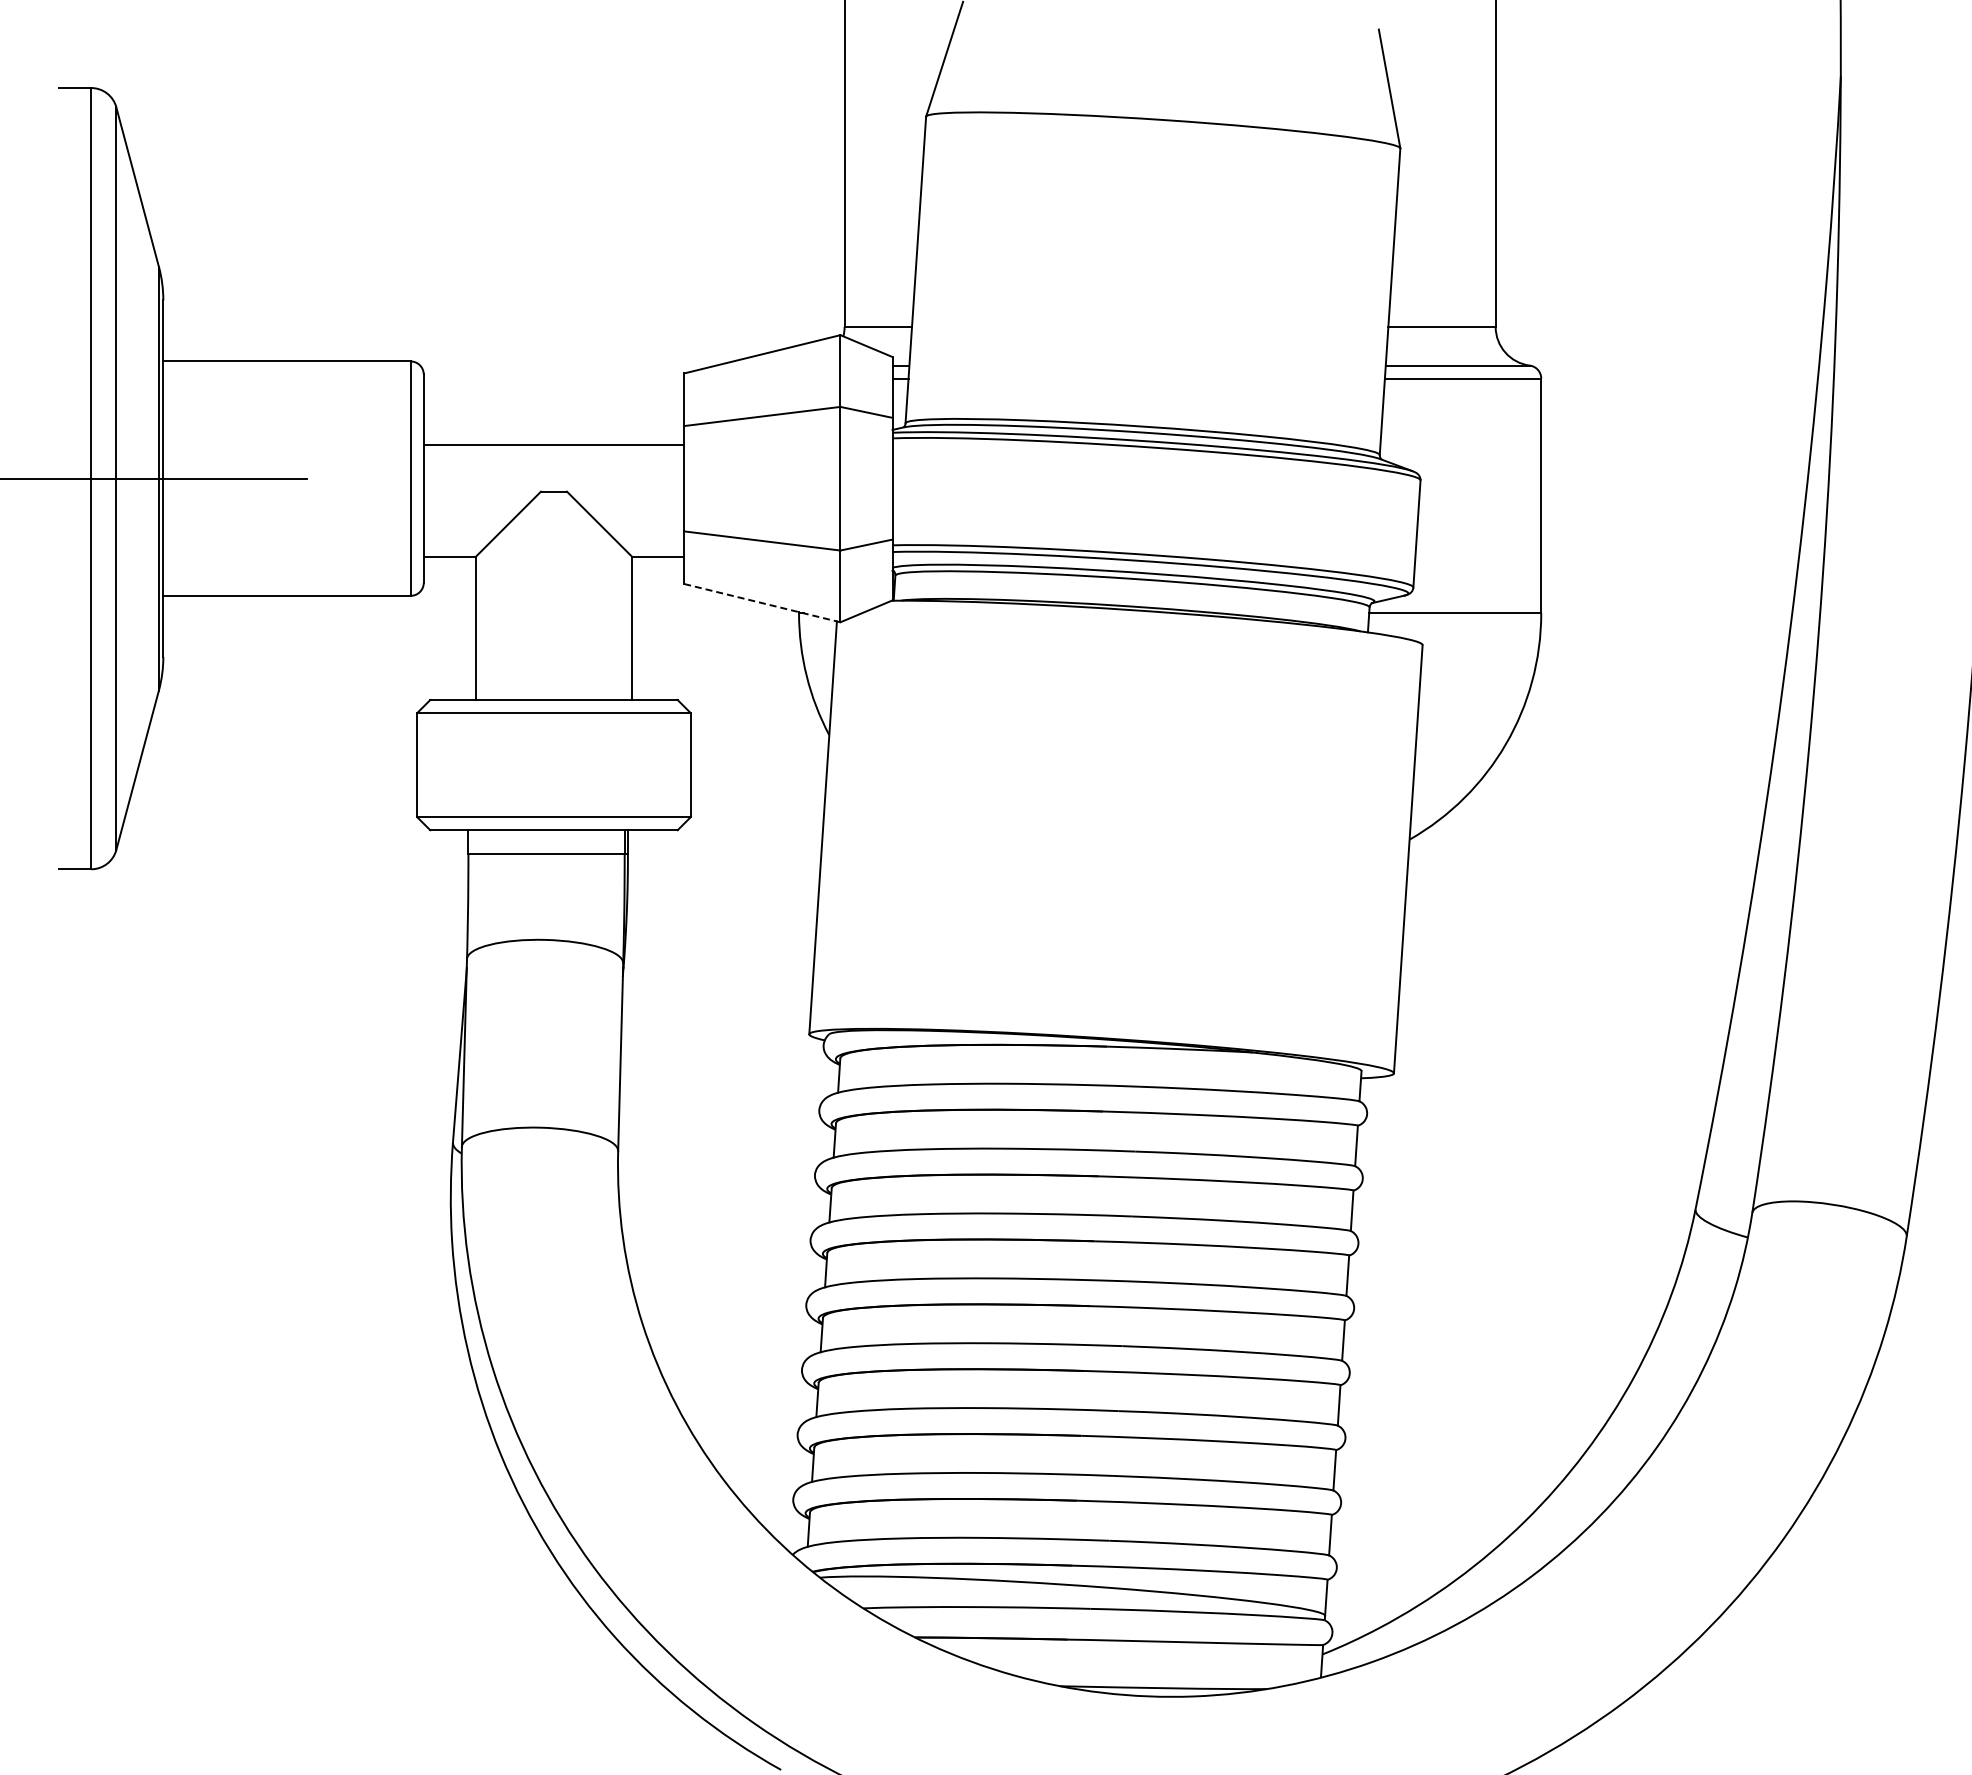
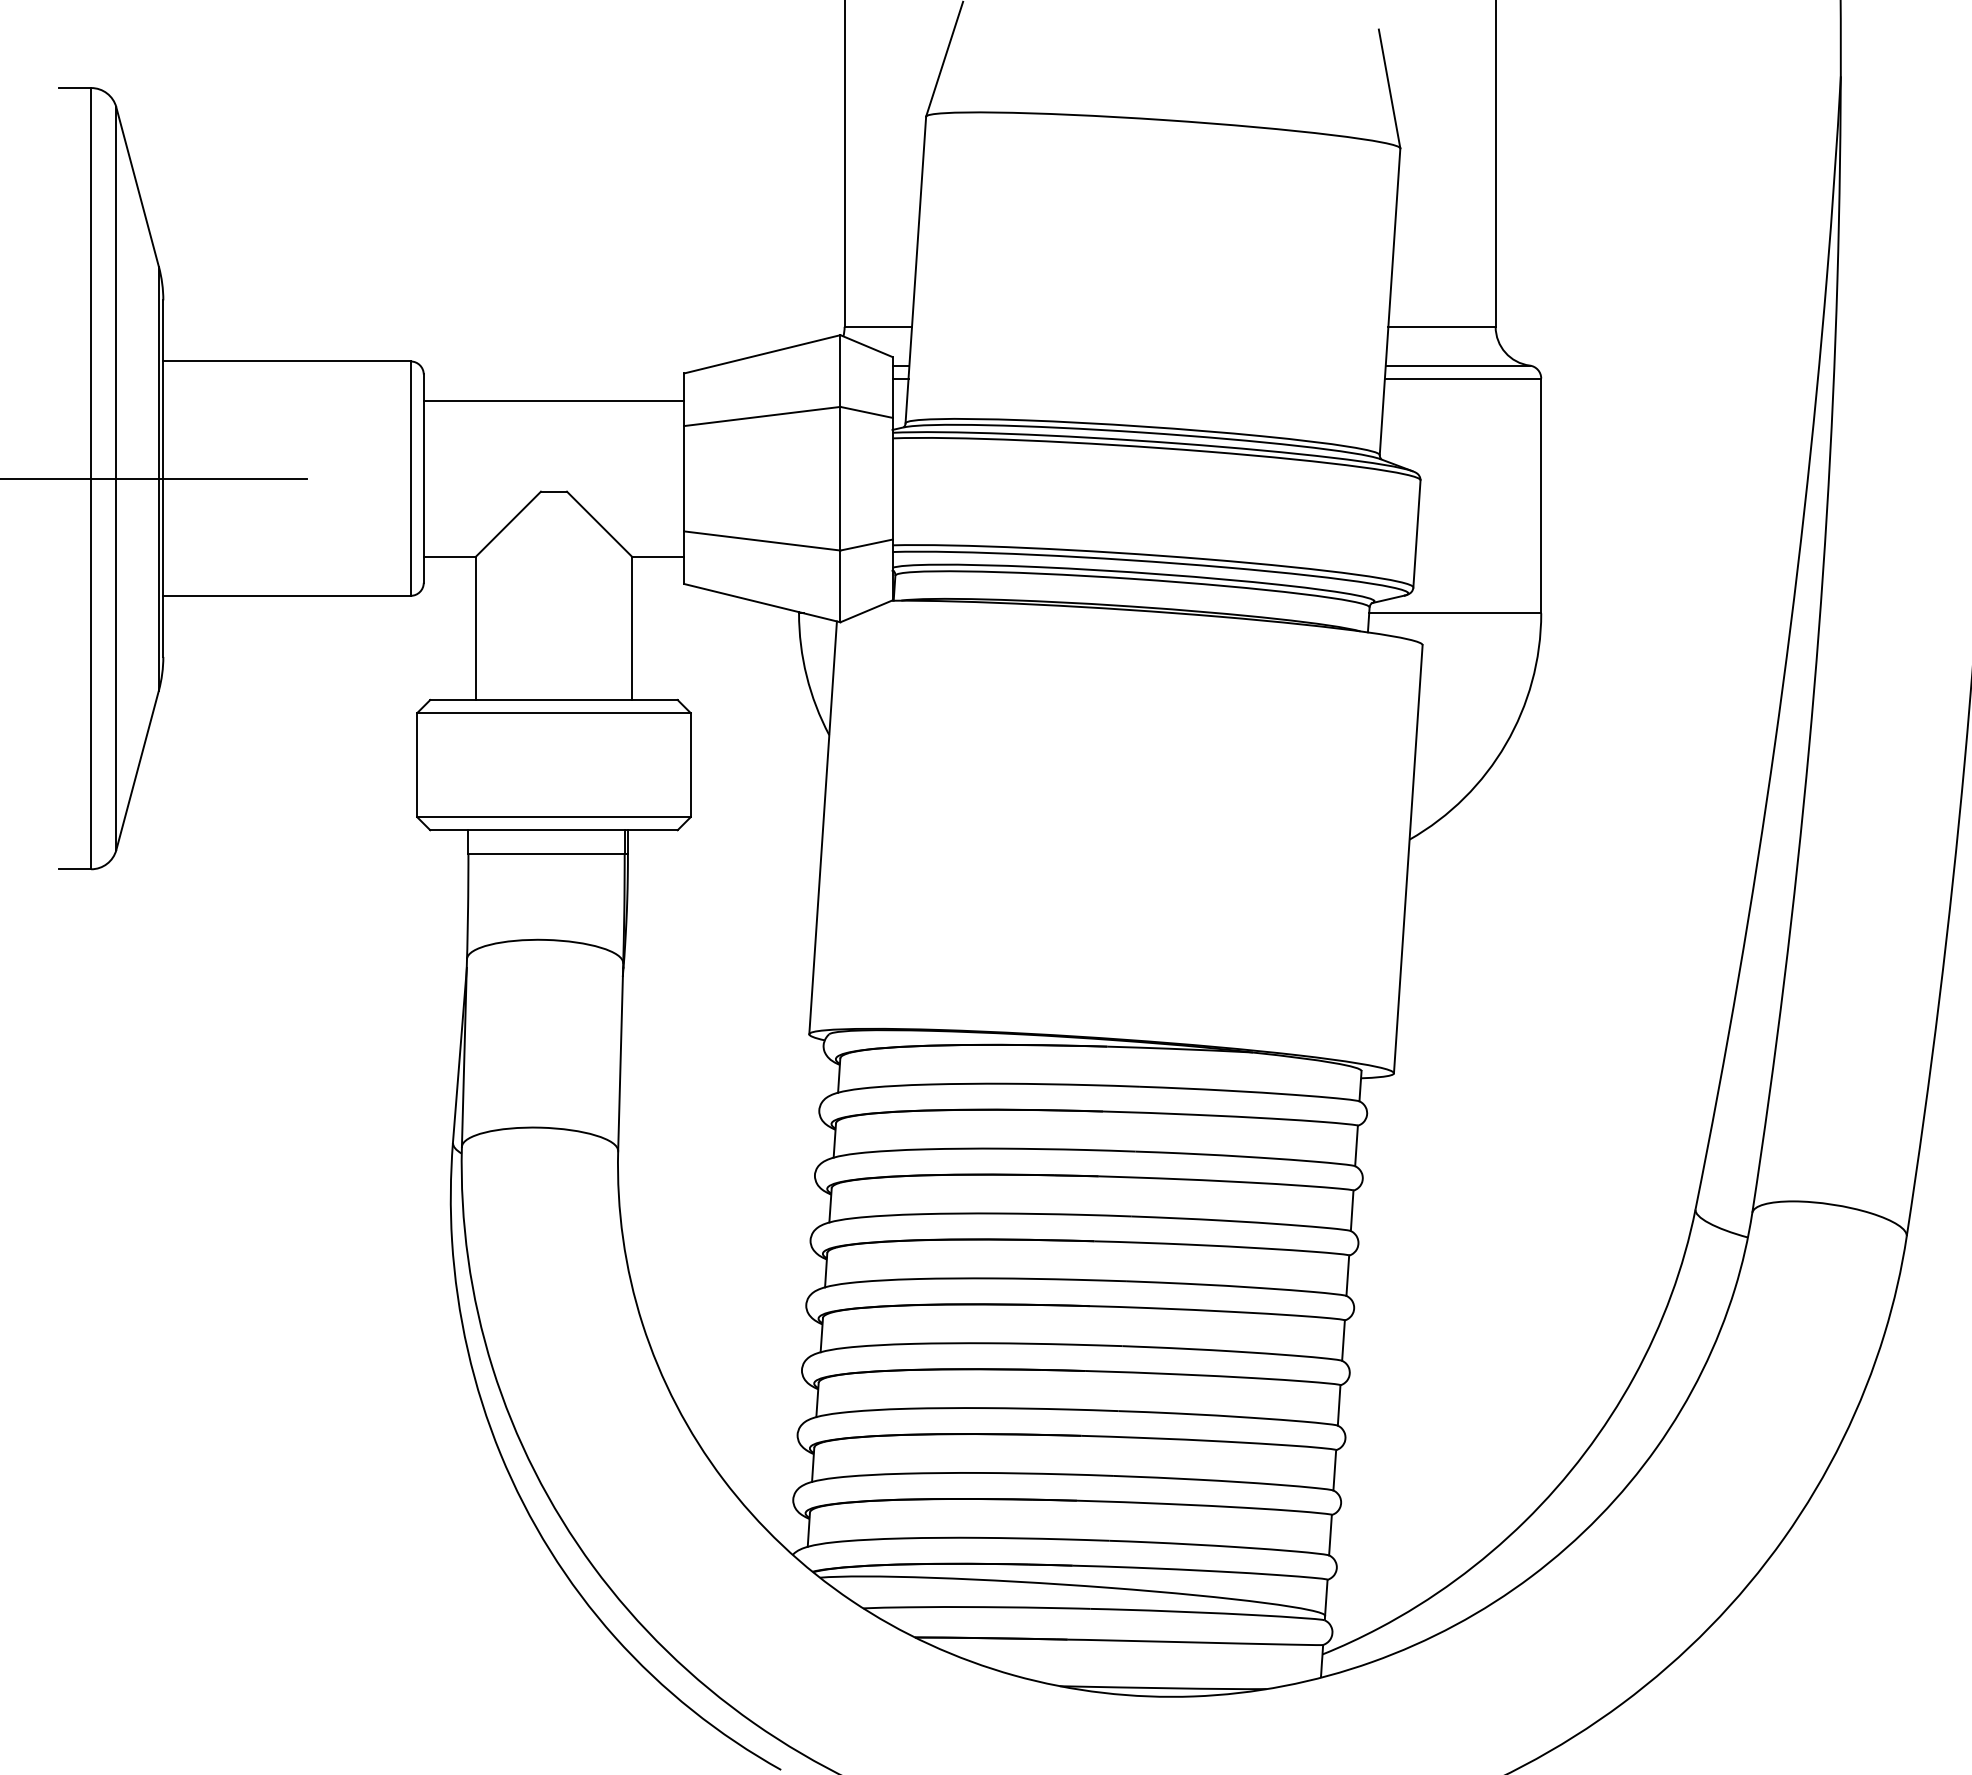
line at (553, 444) position: (553, 444) -> (553, 400)
line at (762, 603): dashed -> solid
